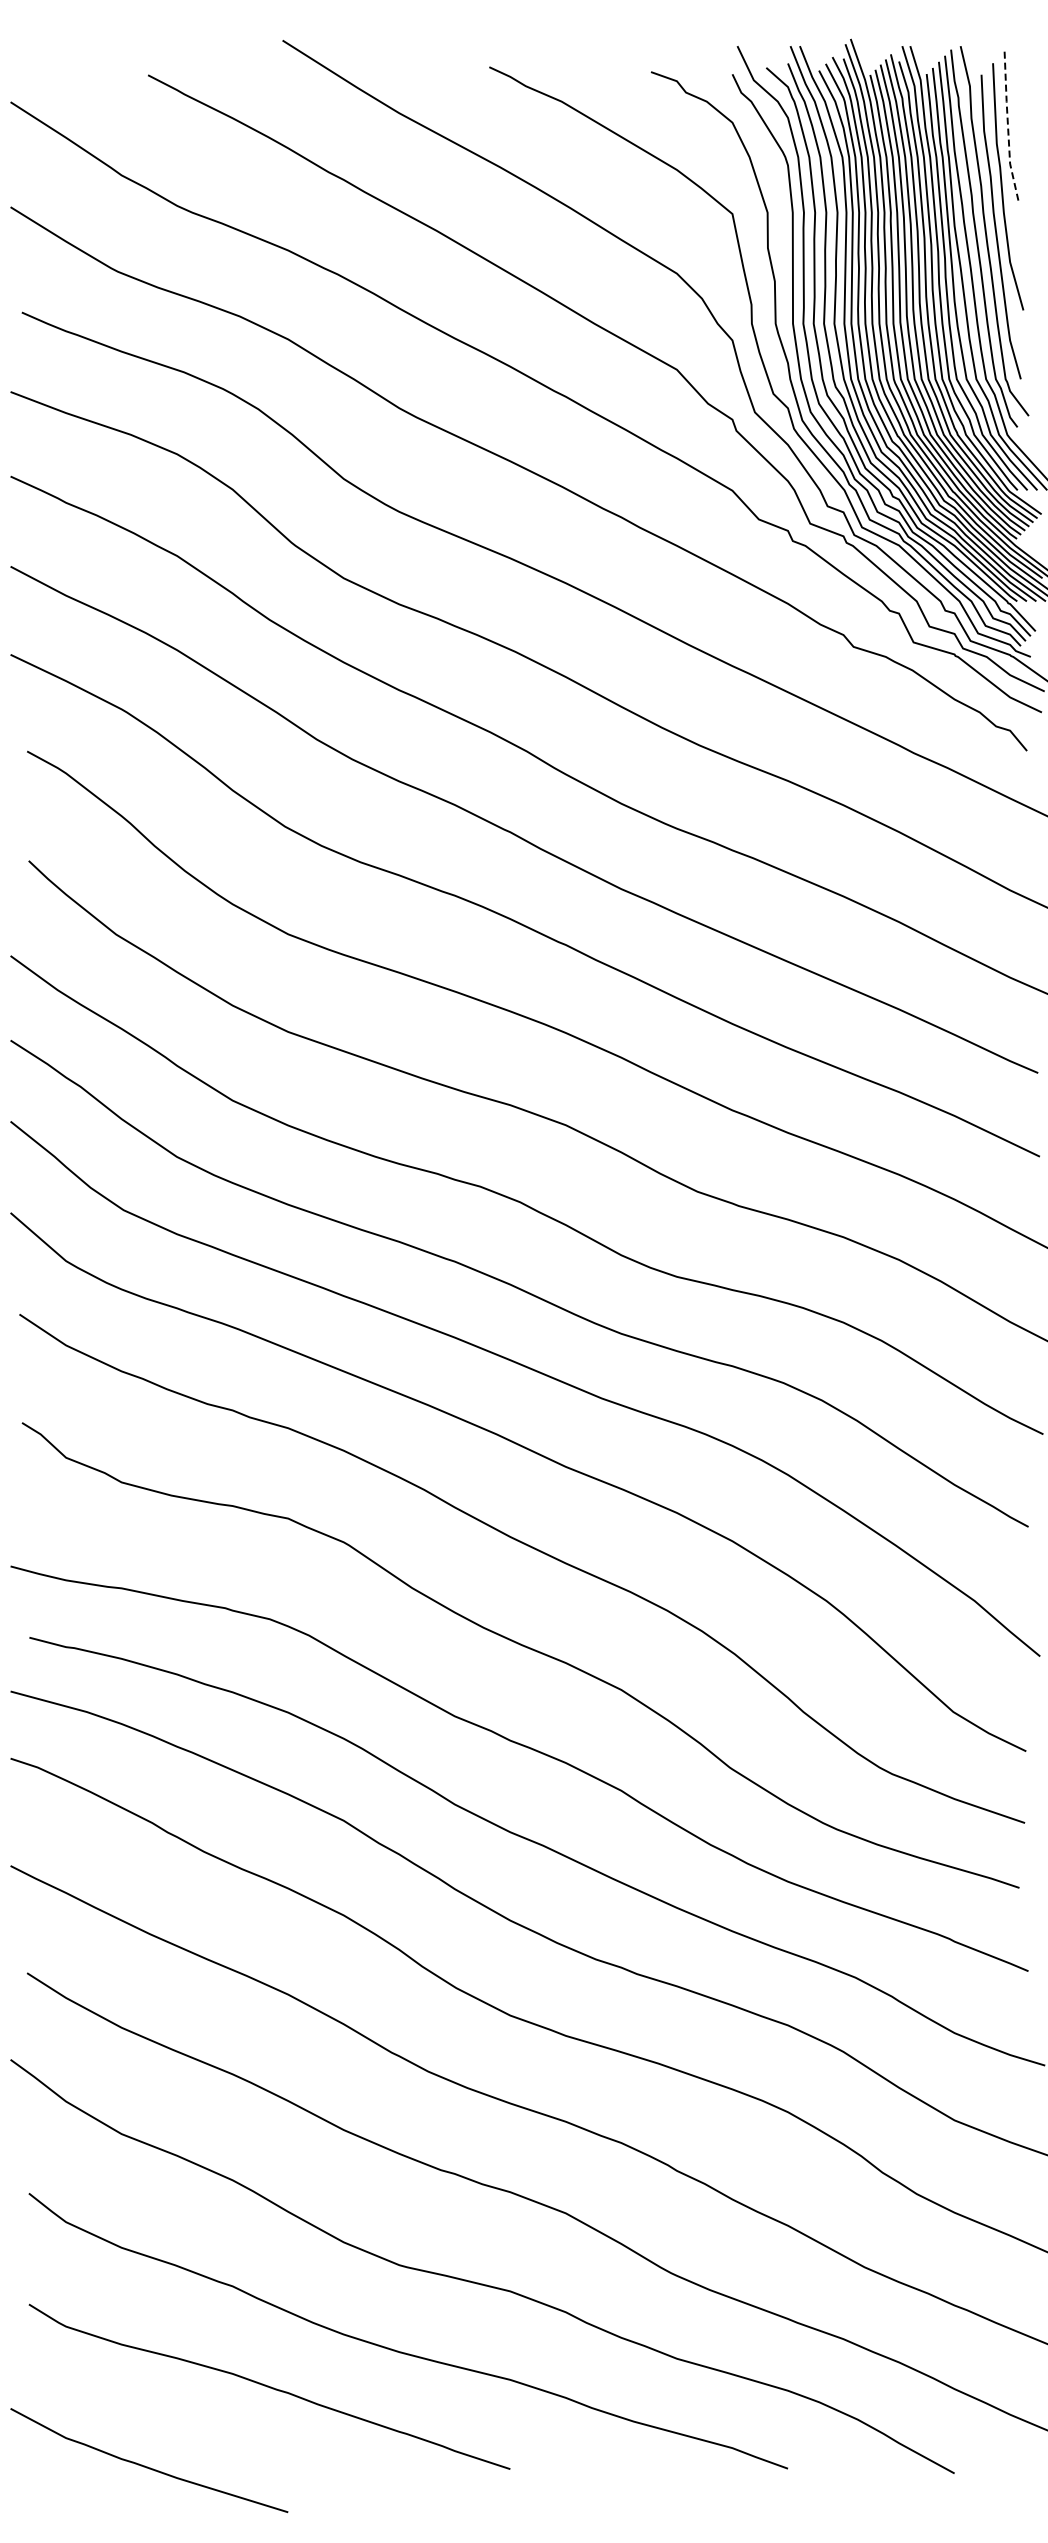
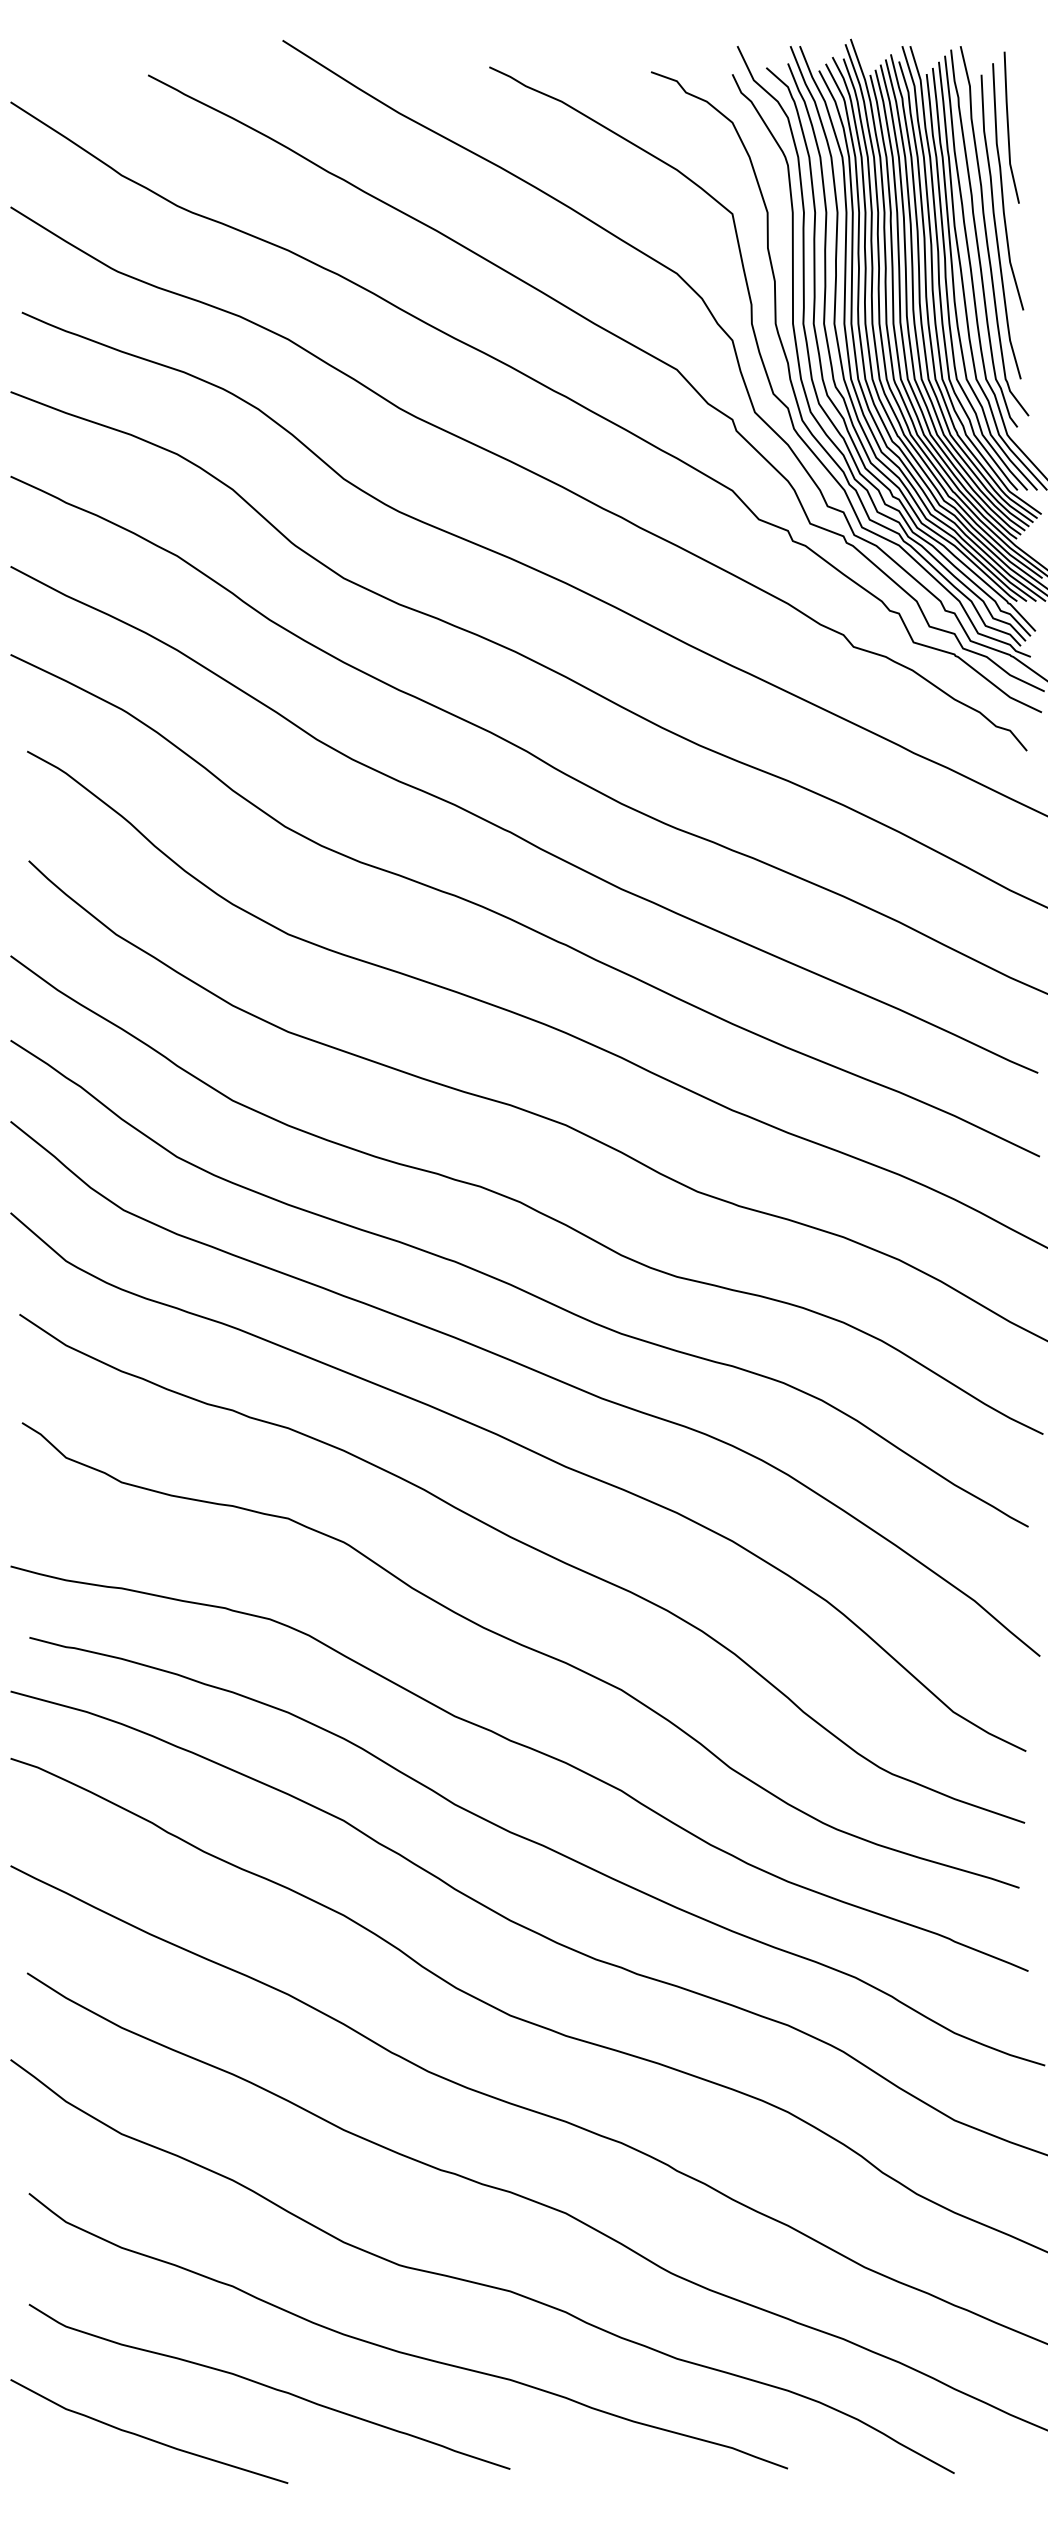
line at (1008, 128): dashed -> solid
curve at (147, 2466) position: (147, 2466) -> (147, 2437)
